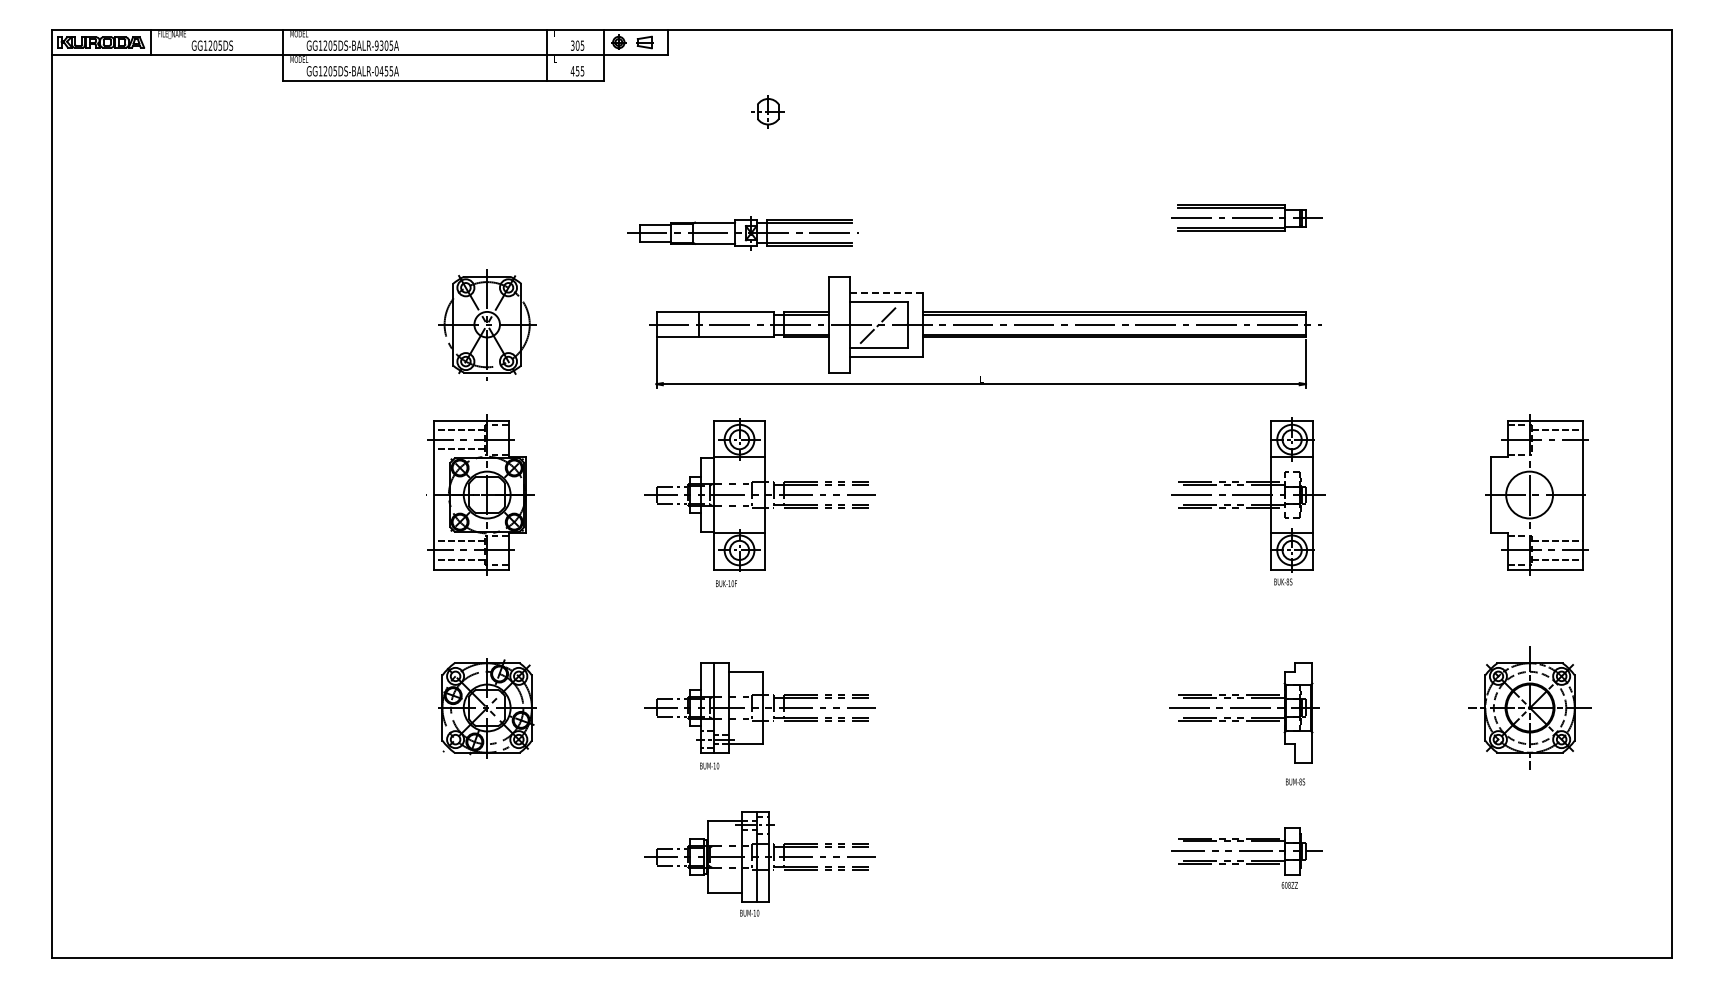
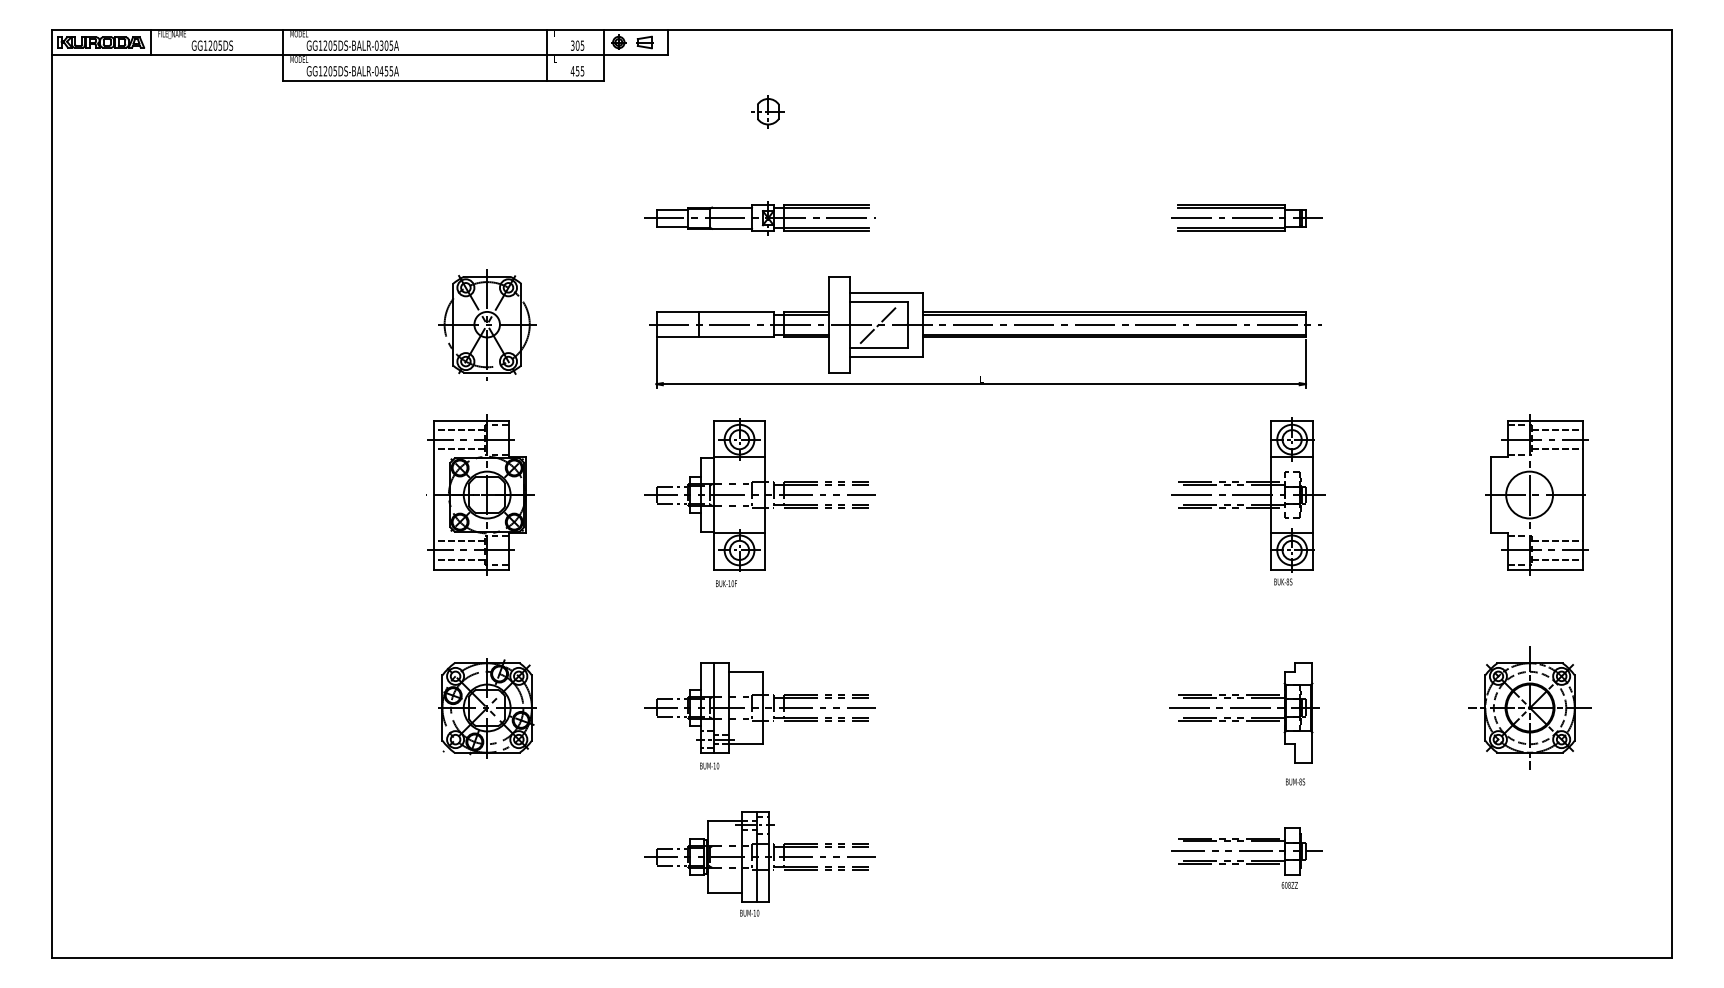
text at (376, 45): GG1205DS-BALR-9305A -> GG1205DS-BALR-0305A
part at (742, 233) position: (742, 233) -> (759, 218)
line at (886, 292): dashed -> solid
line at (1556, 449): none -> present
